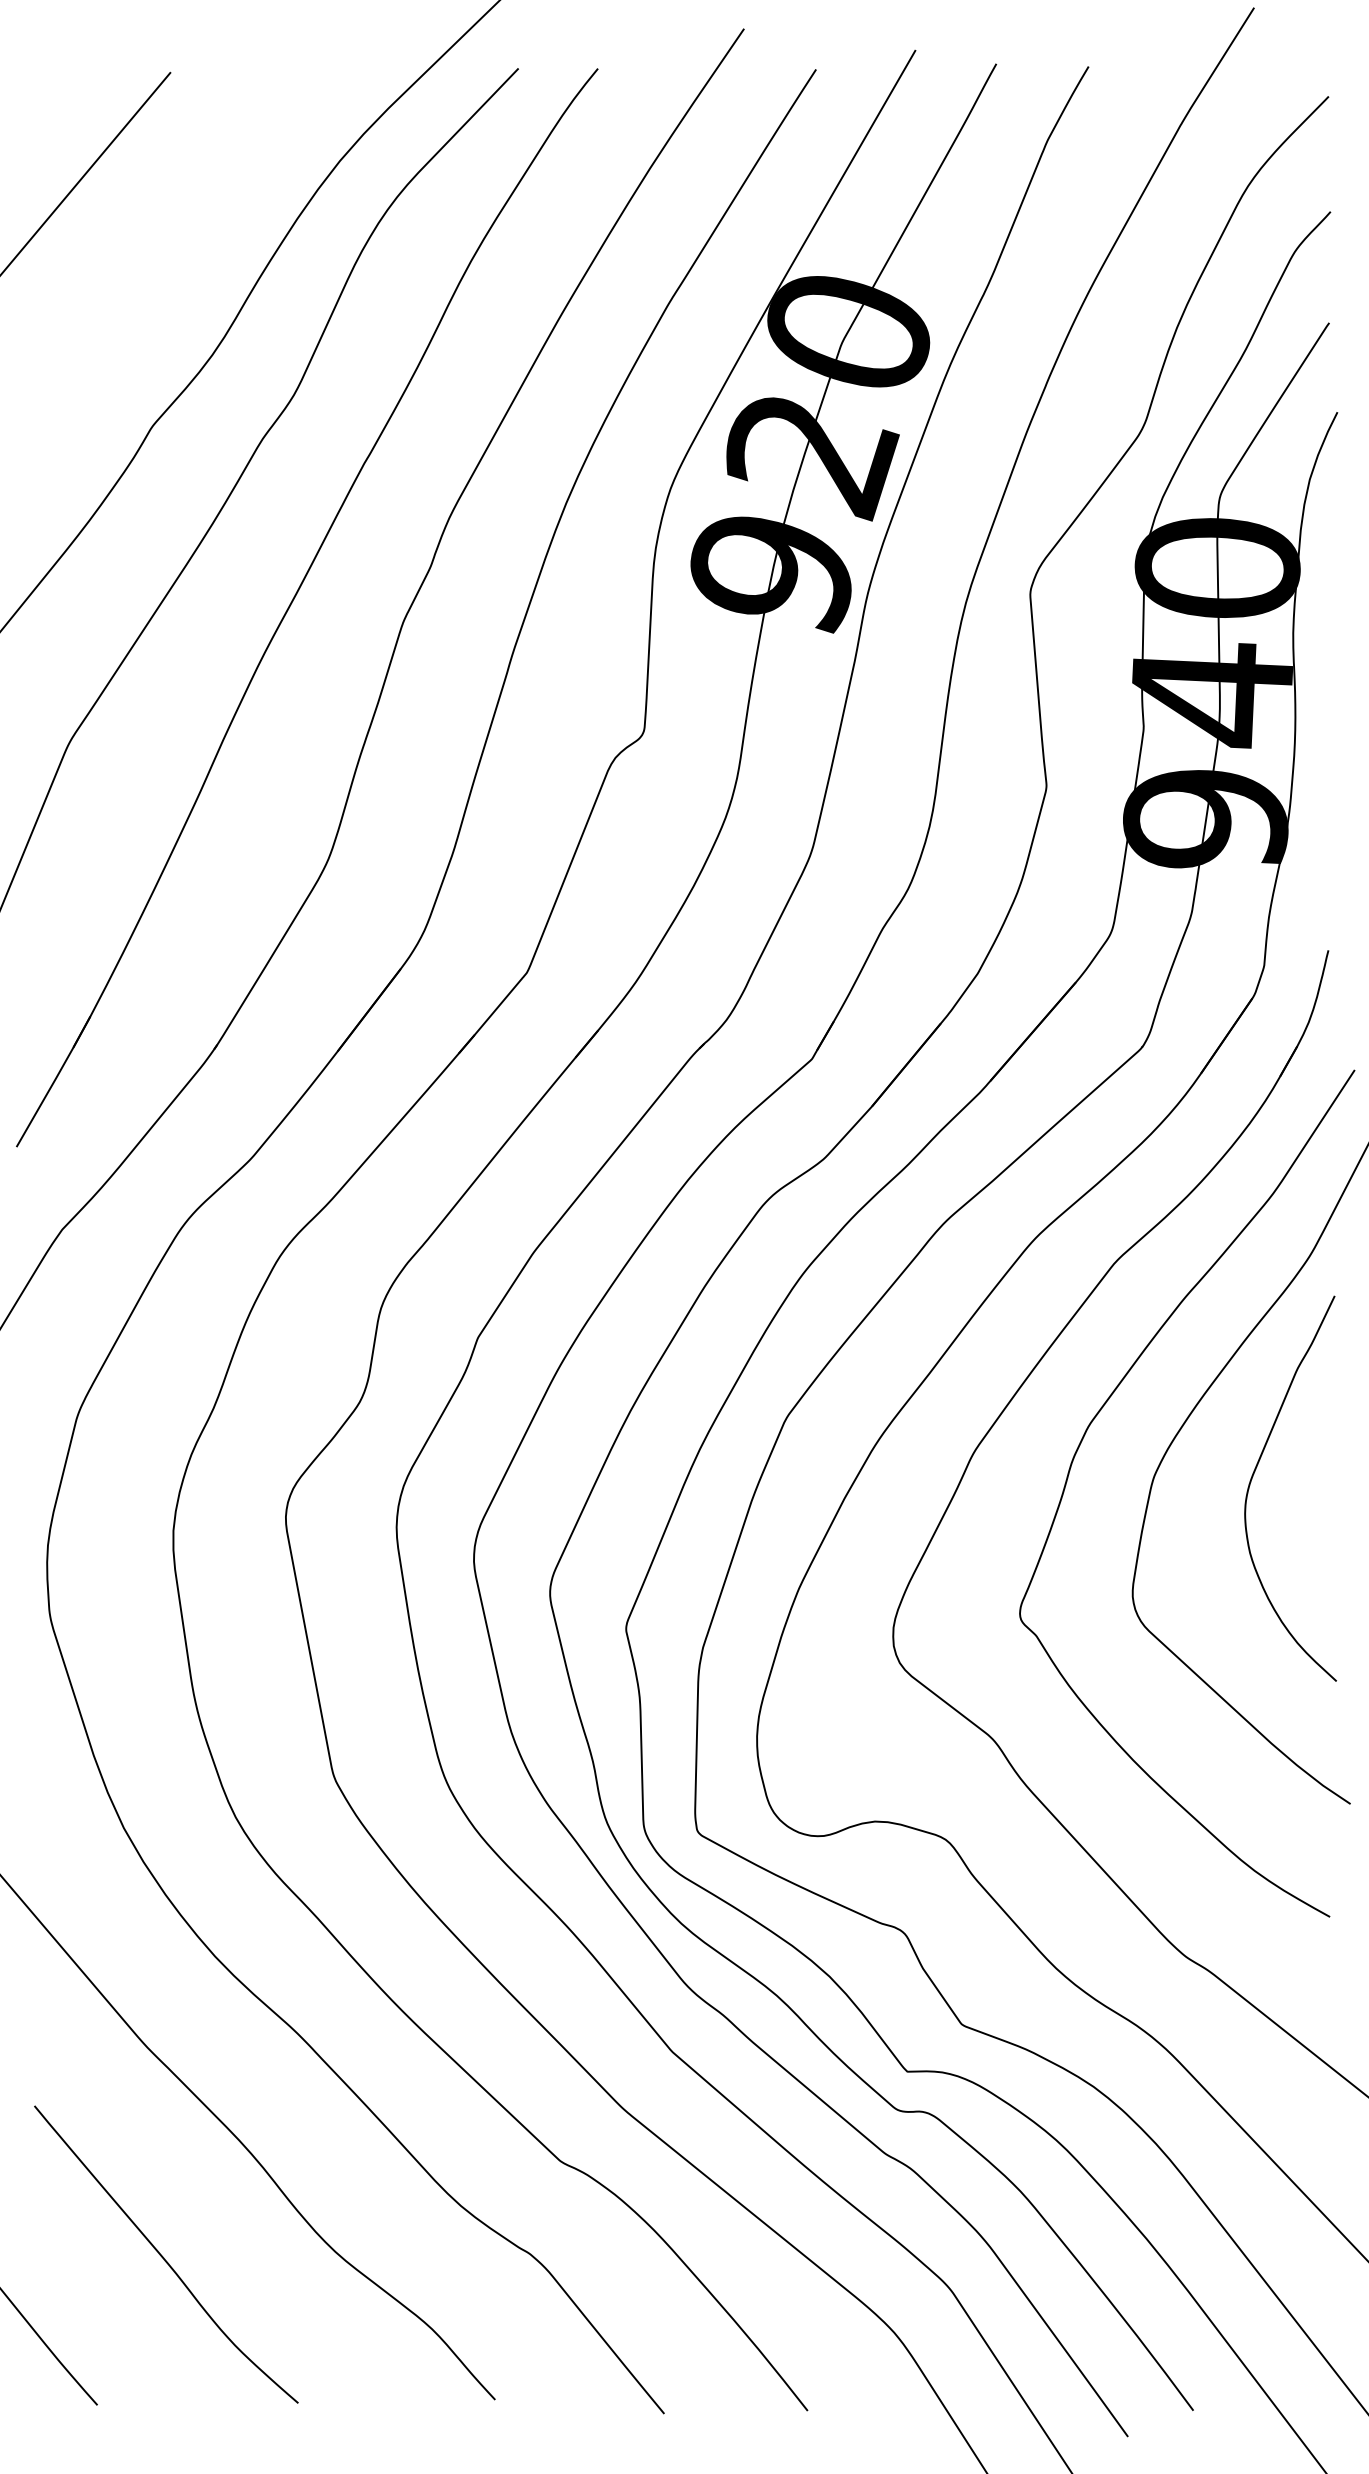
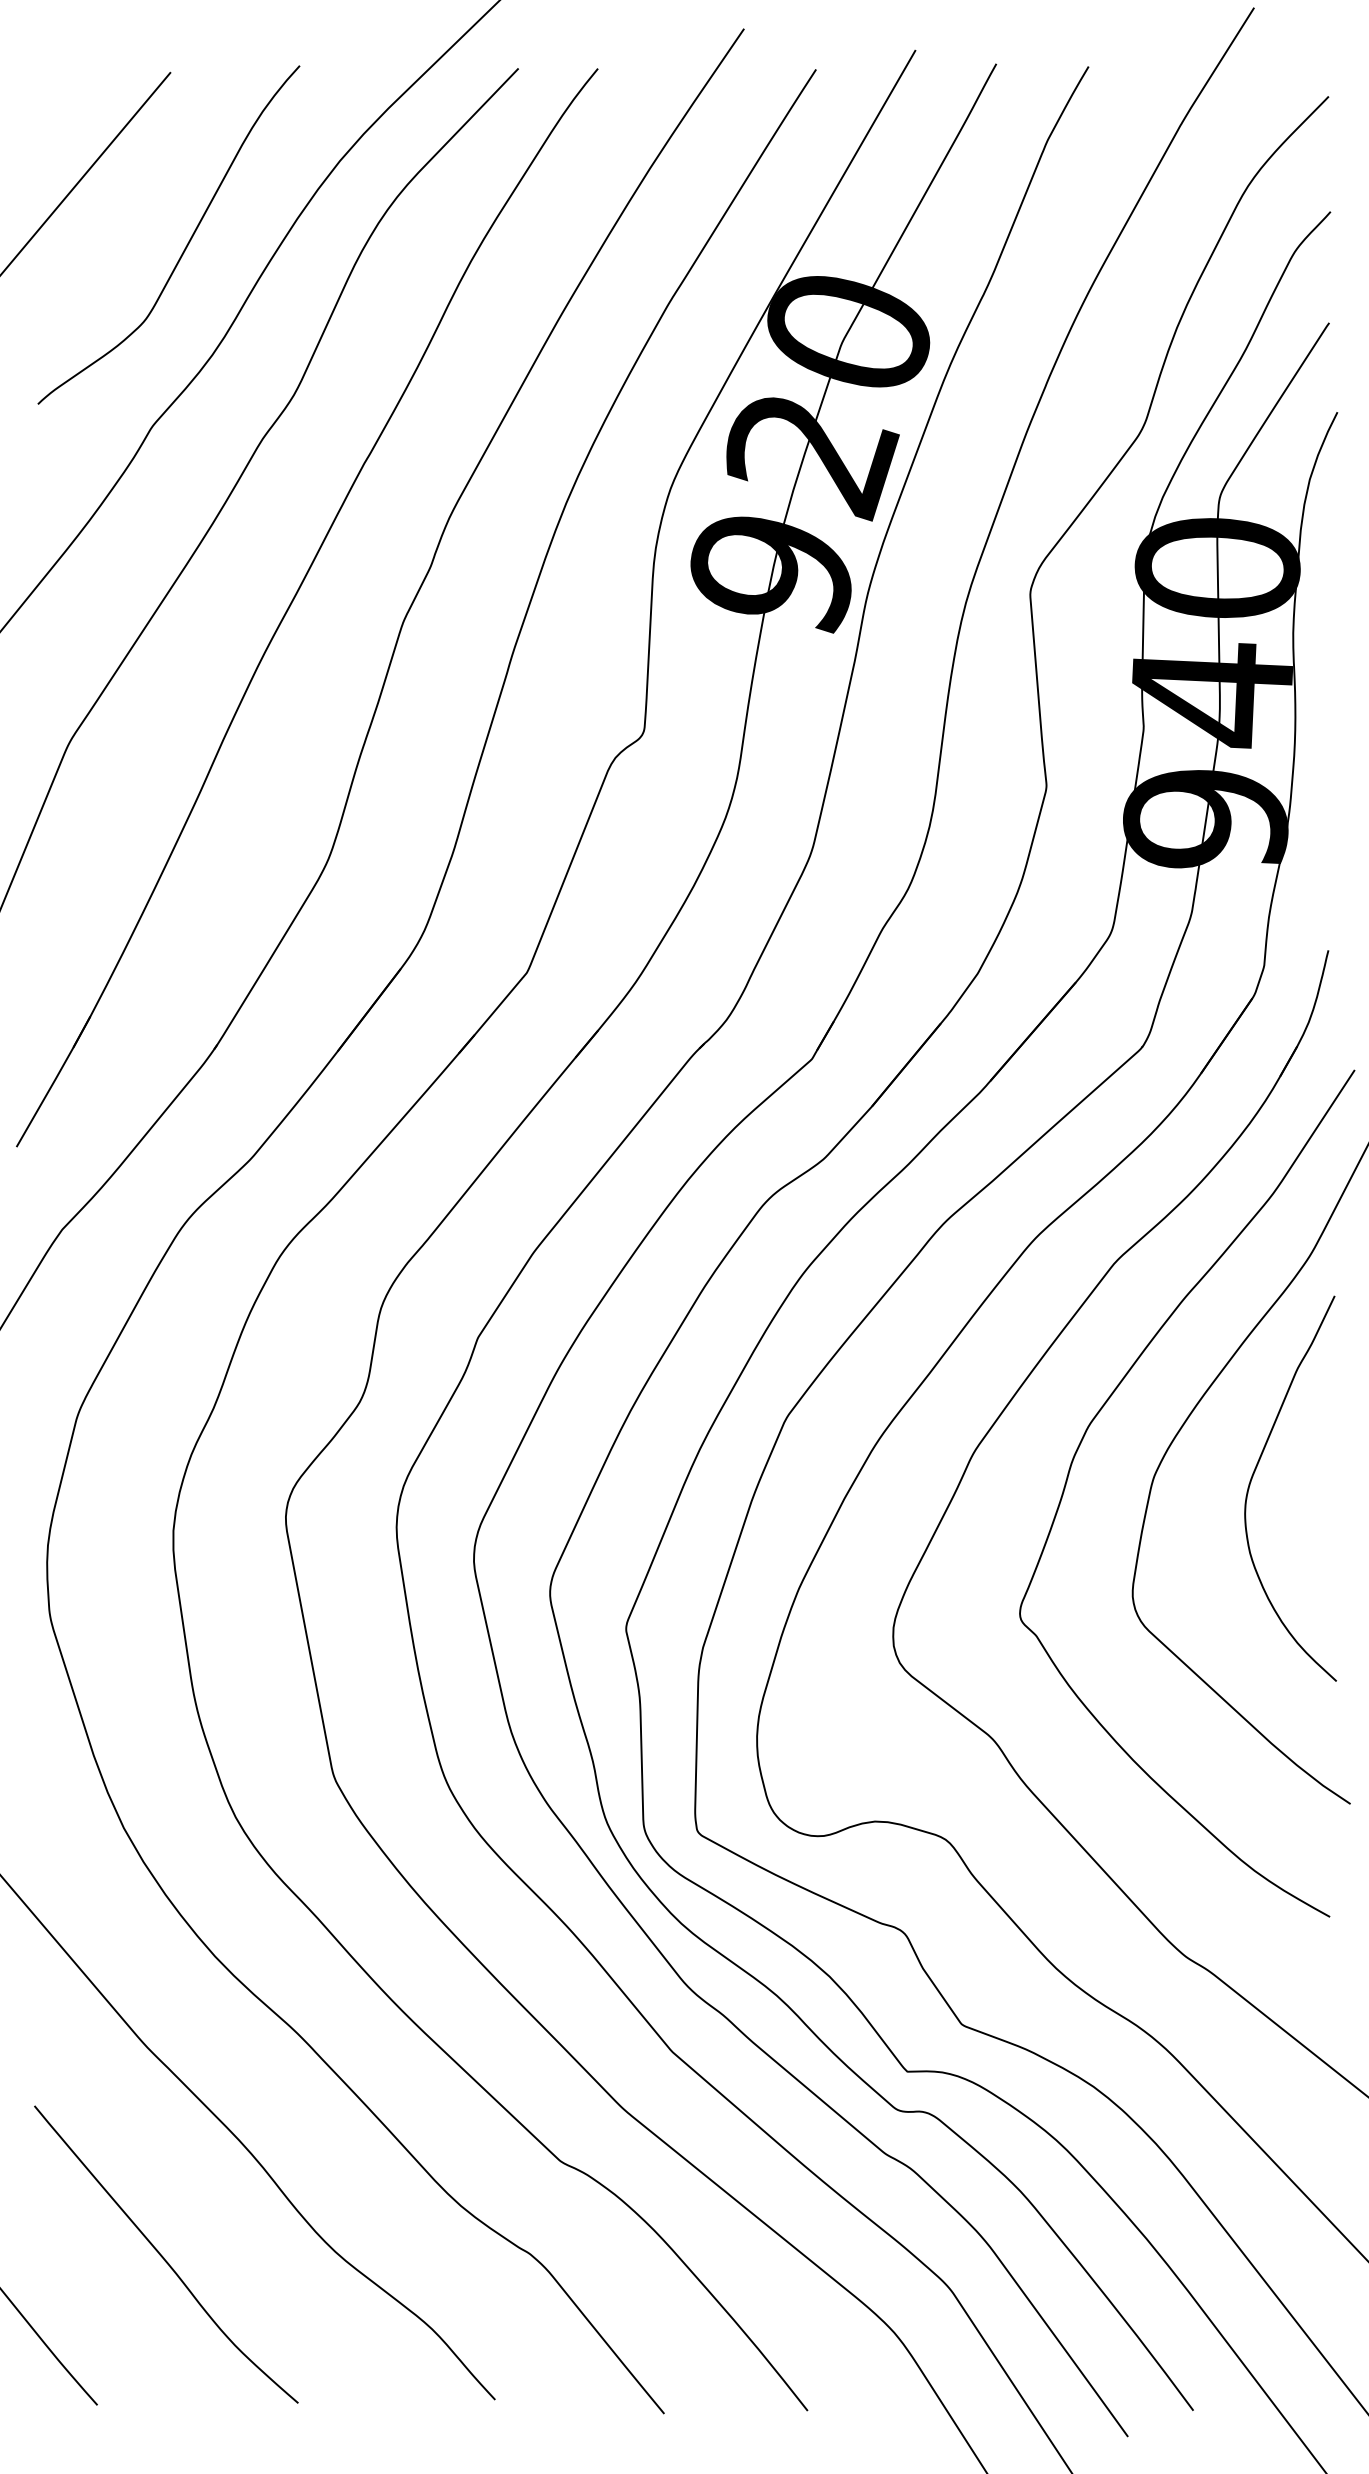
curve at (186, 244): none -> present
